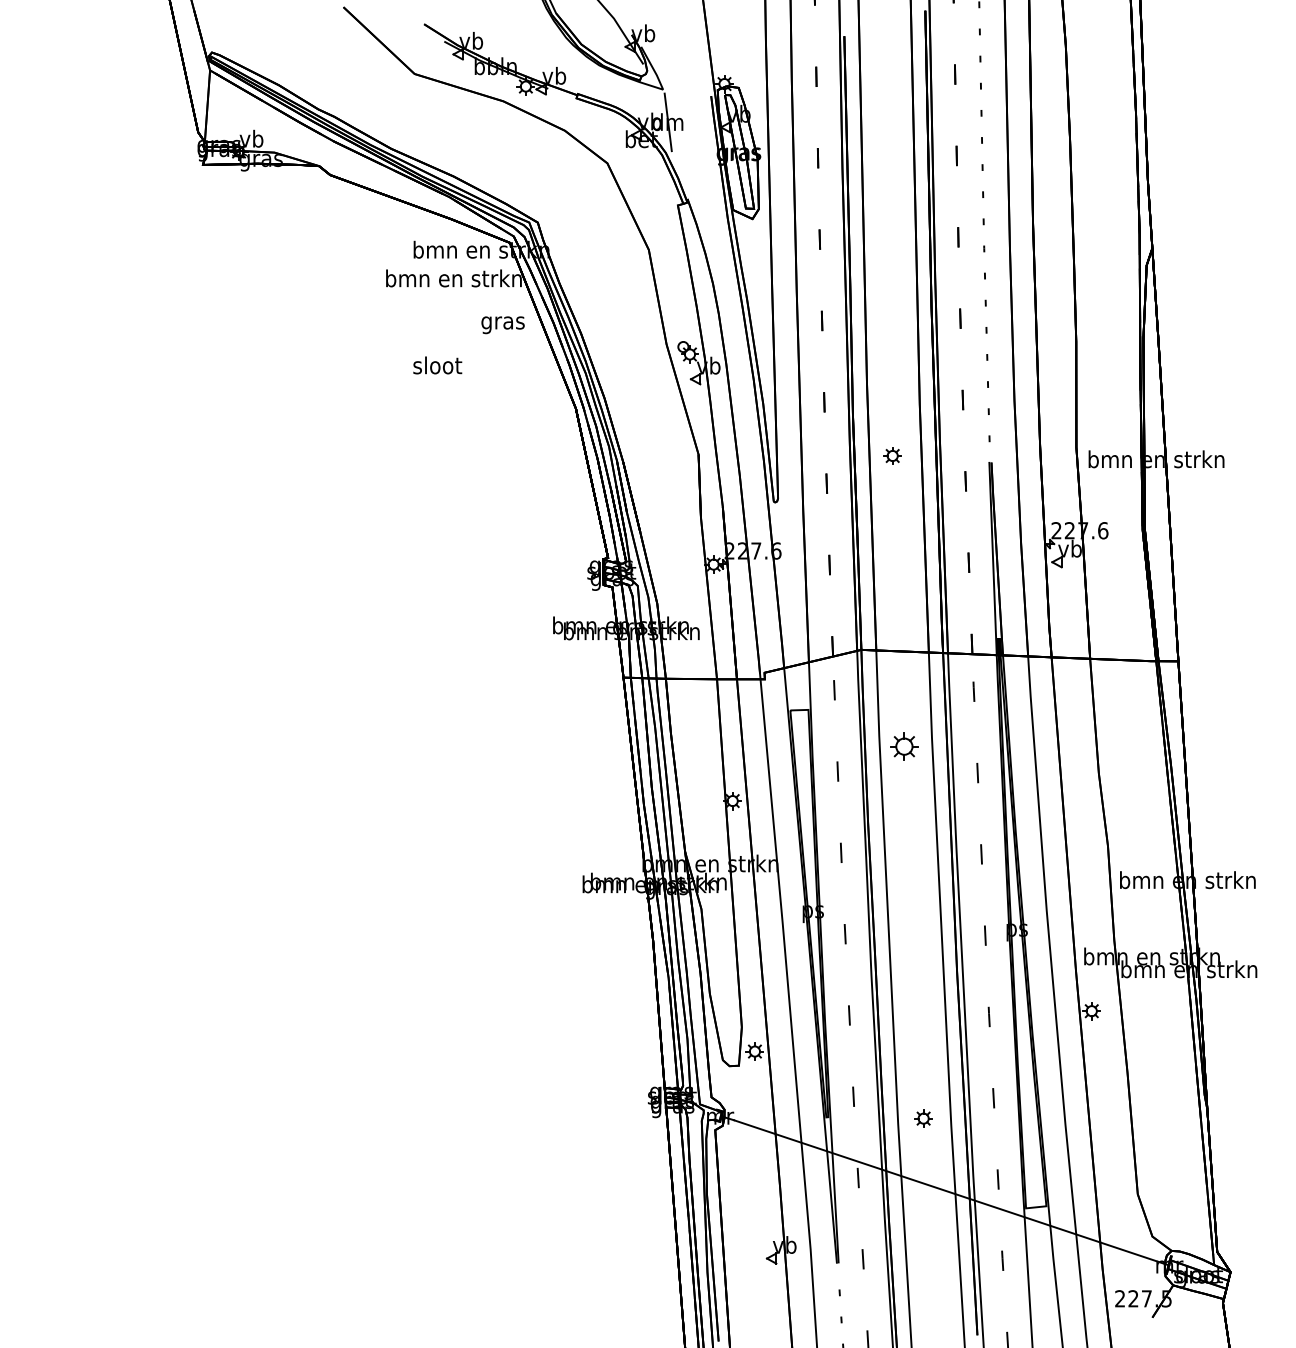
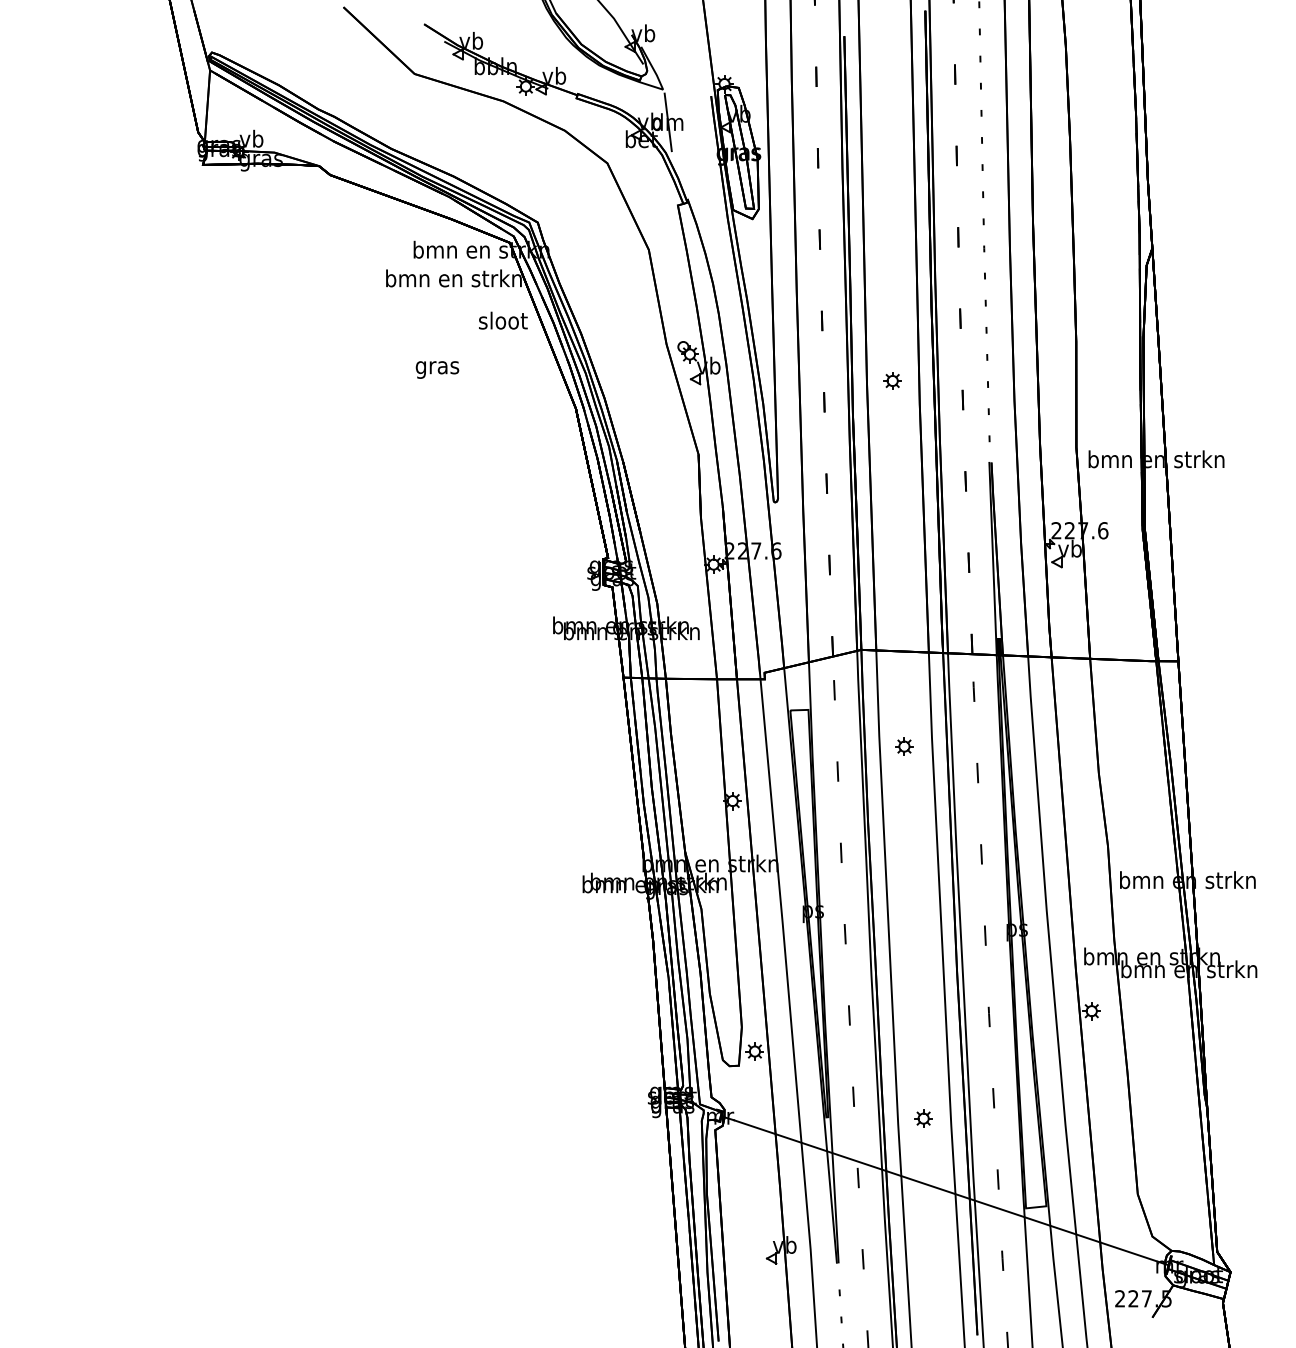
text at (503, 322): gras -> sloot
text at (437, 367): sloot -> gras
part at (892, 455) position: (892, 455) -> (892, 380)
part at (904, 746) size: 29x29 px -> 19x19 px
